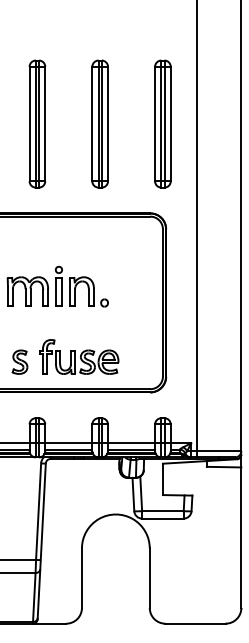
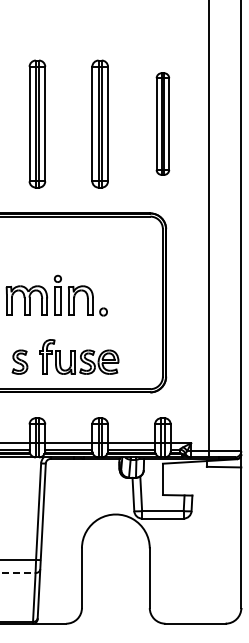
part at (162, 123) size: 18x130 px -> 16x104 px
line at (197, 229) position: (197, 229) -> (209, 229)
part at (57, 286) position: (57, 286) -> (56, 295)
line at (18, 573): solid -> dashed
